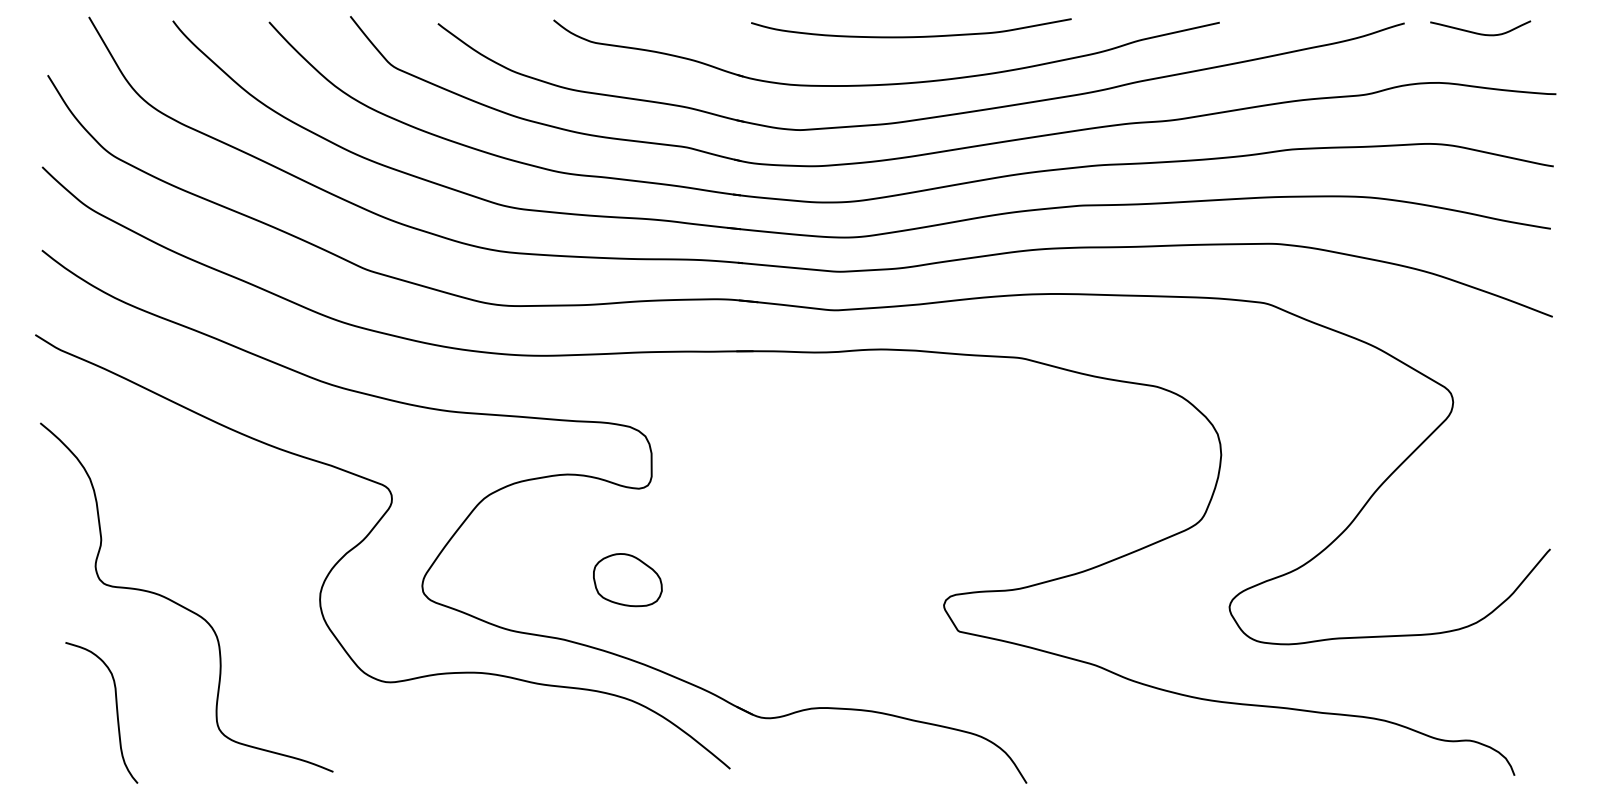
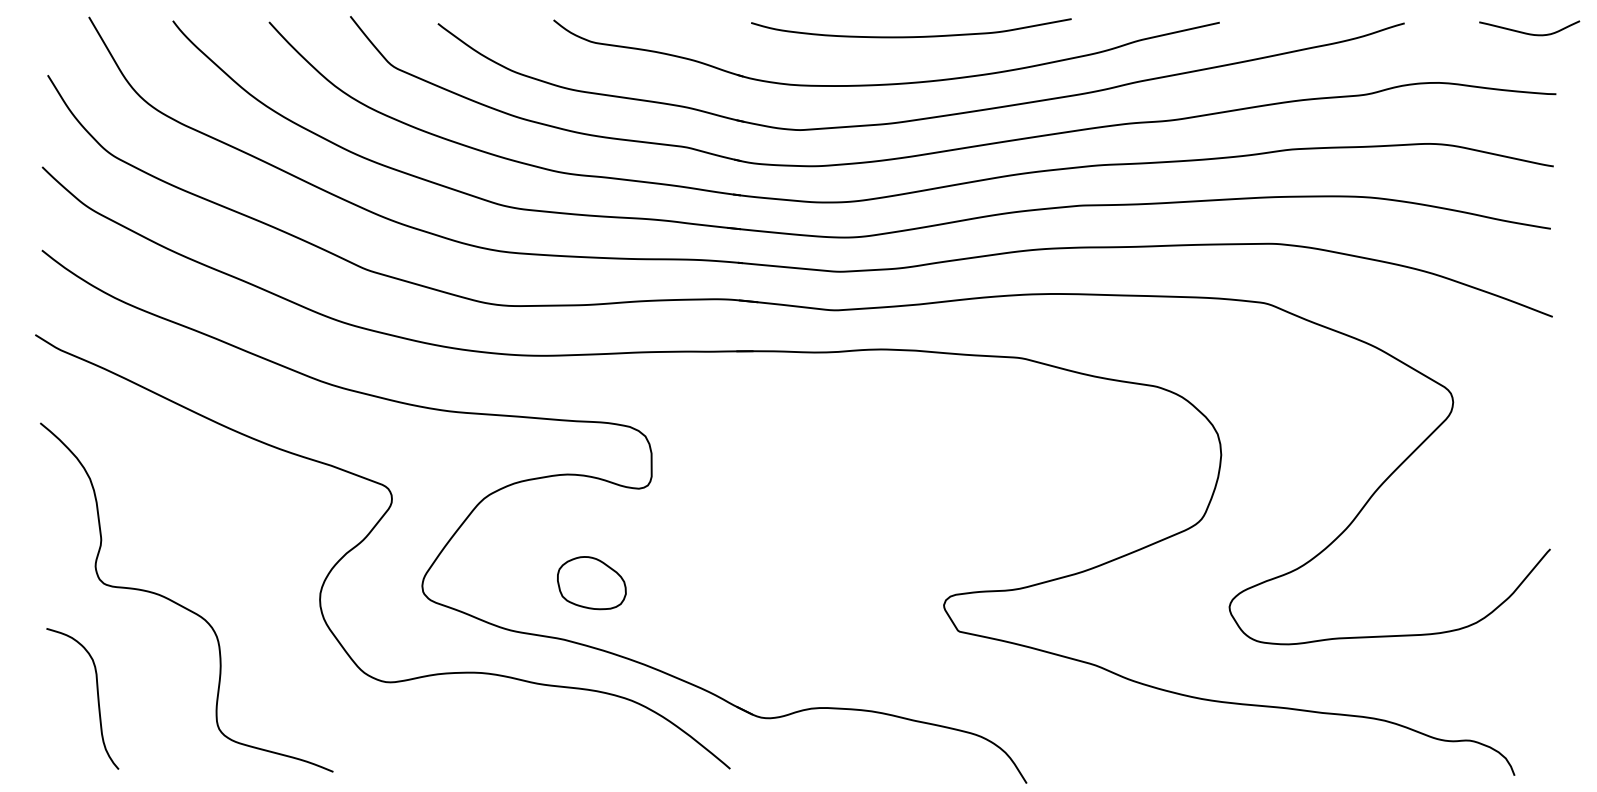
curve at (1477, 32) position: (1477, 32) -> (1526, 32)
part at (627, 580) position: (627, 580) -> (591, 583)
curve at (116, 712) position: (116, 712) -> (97, 698)
